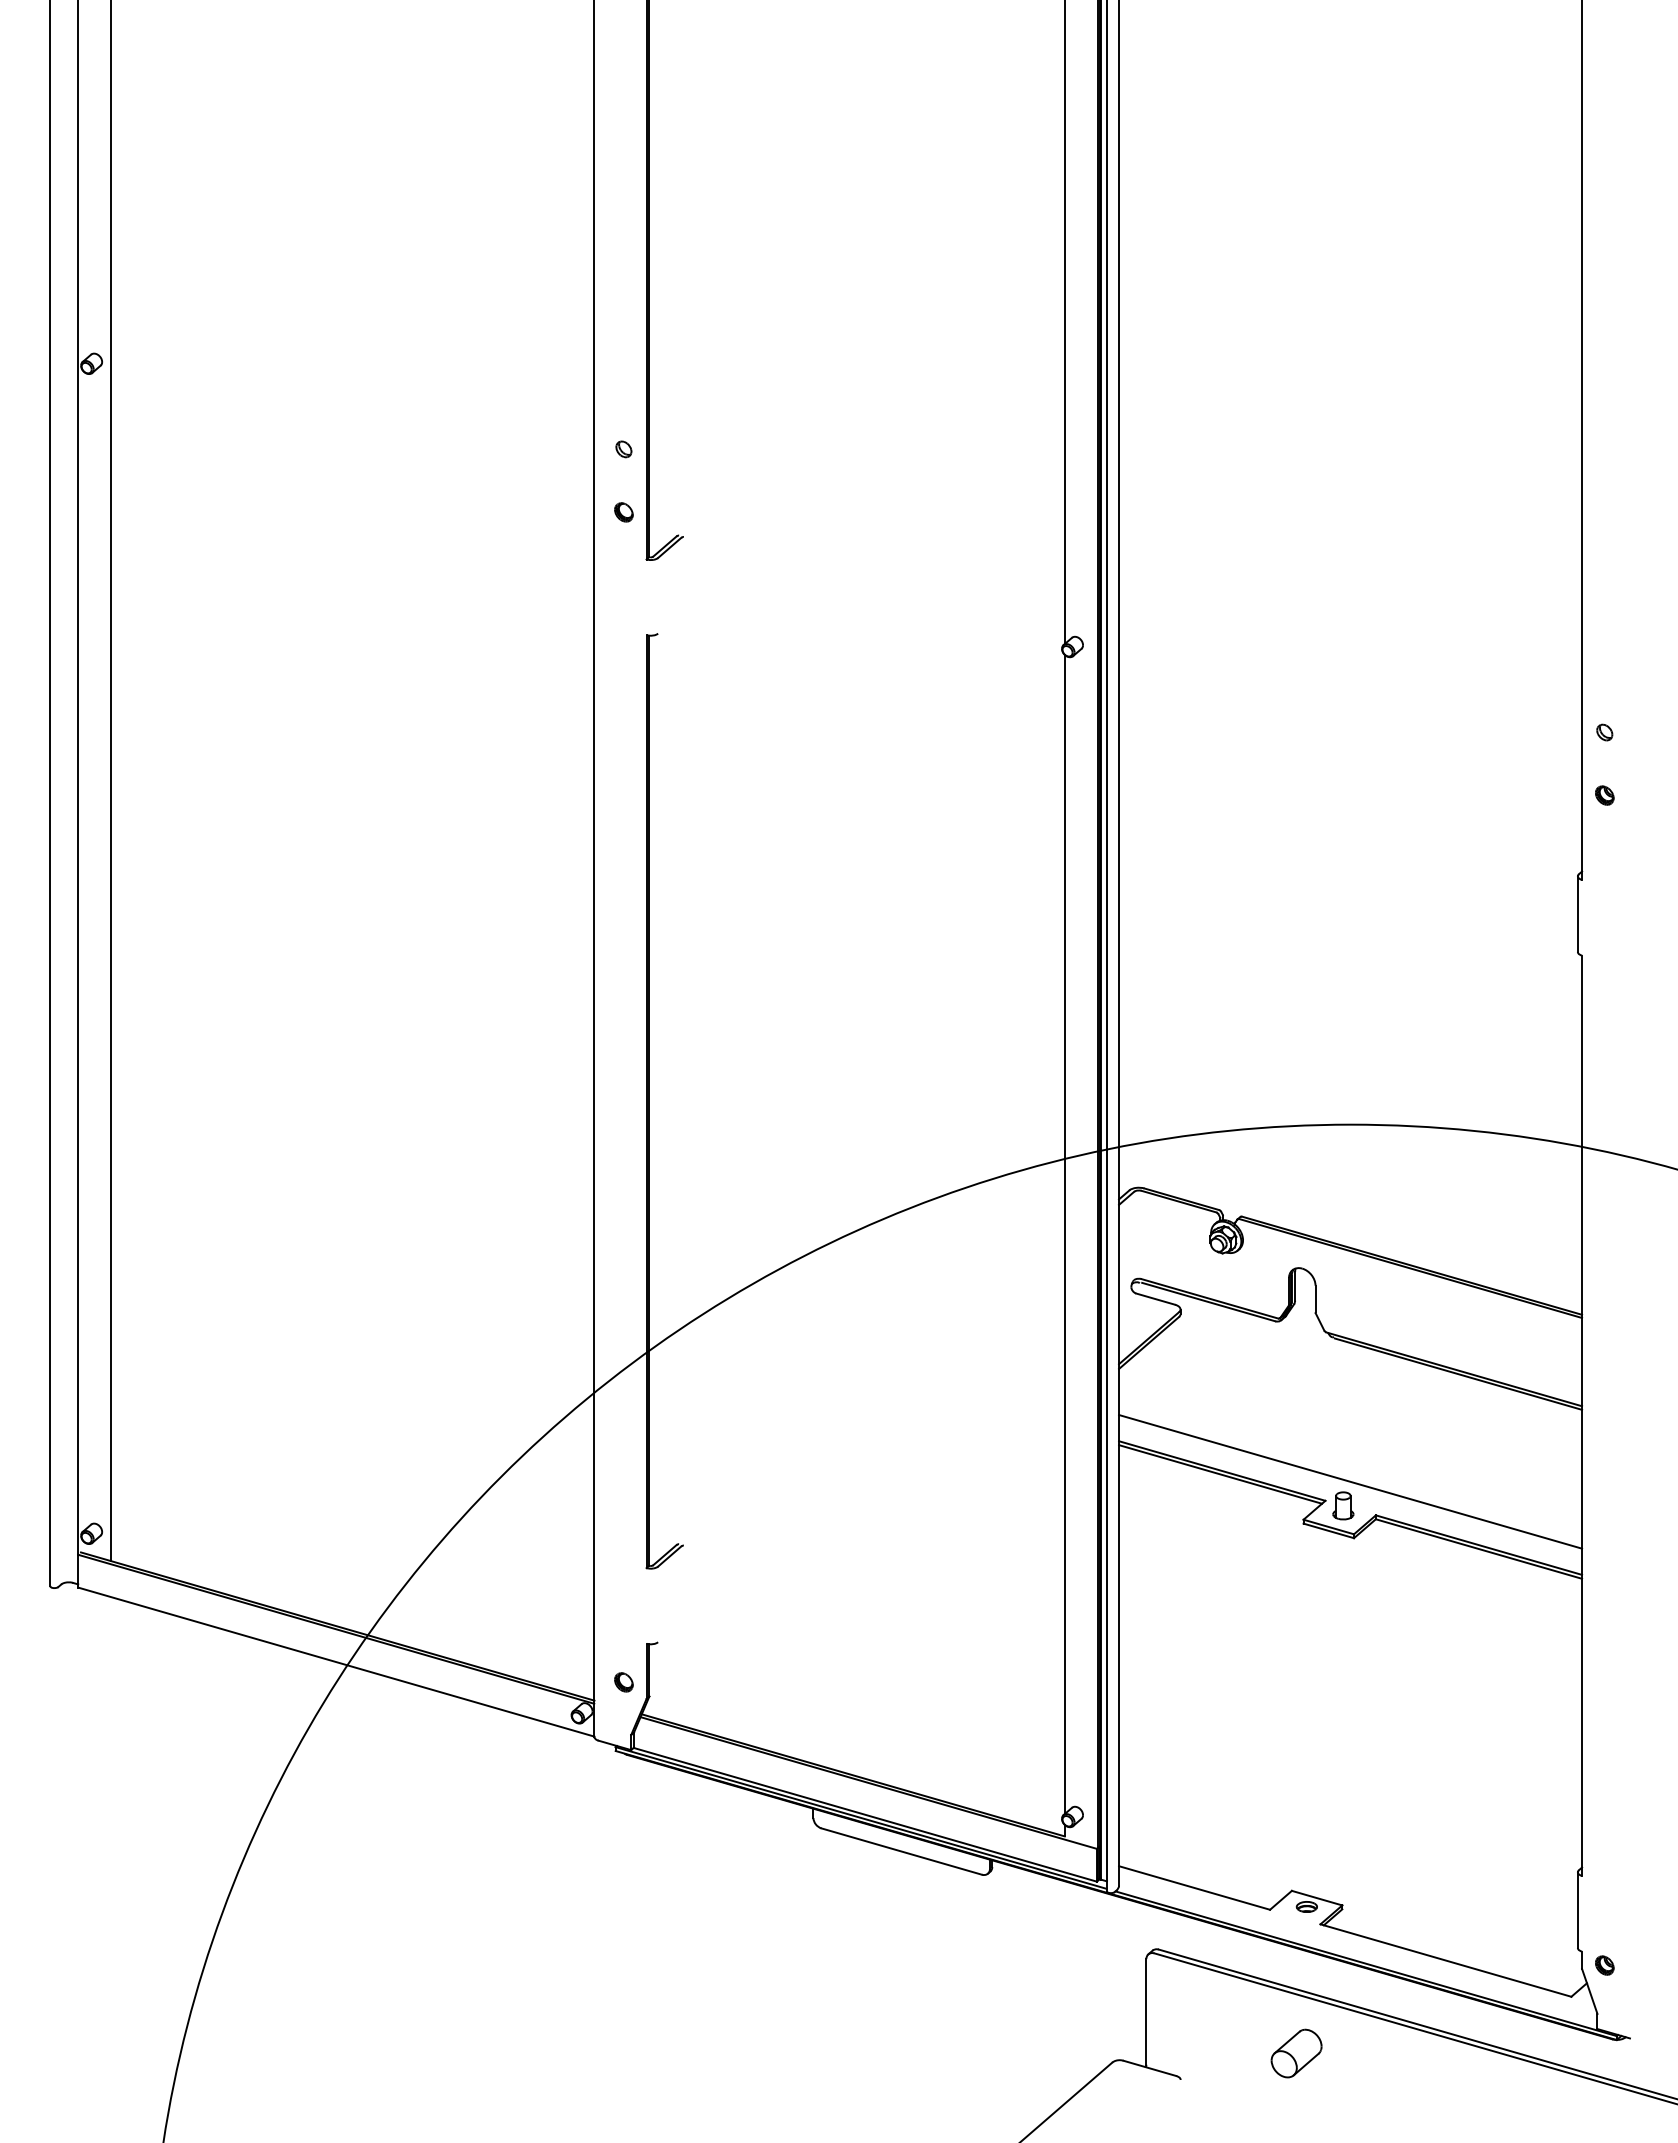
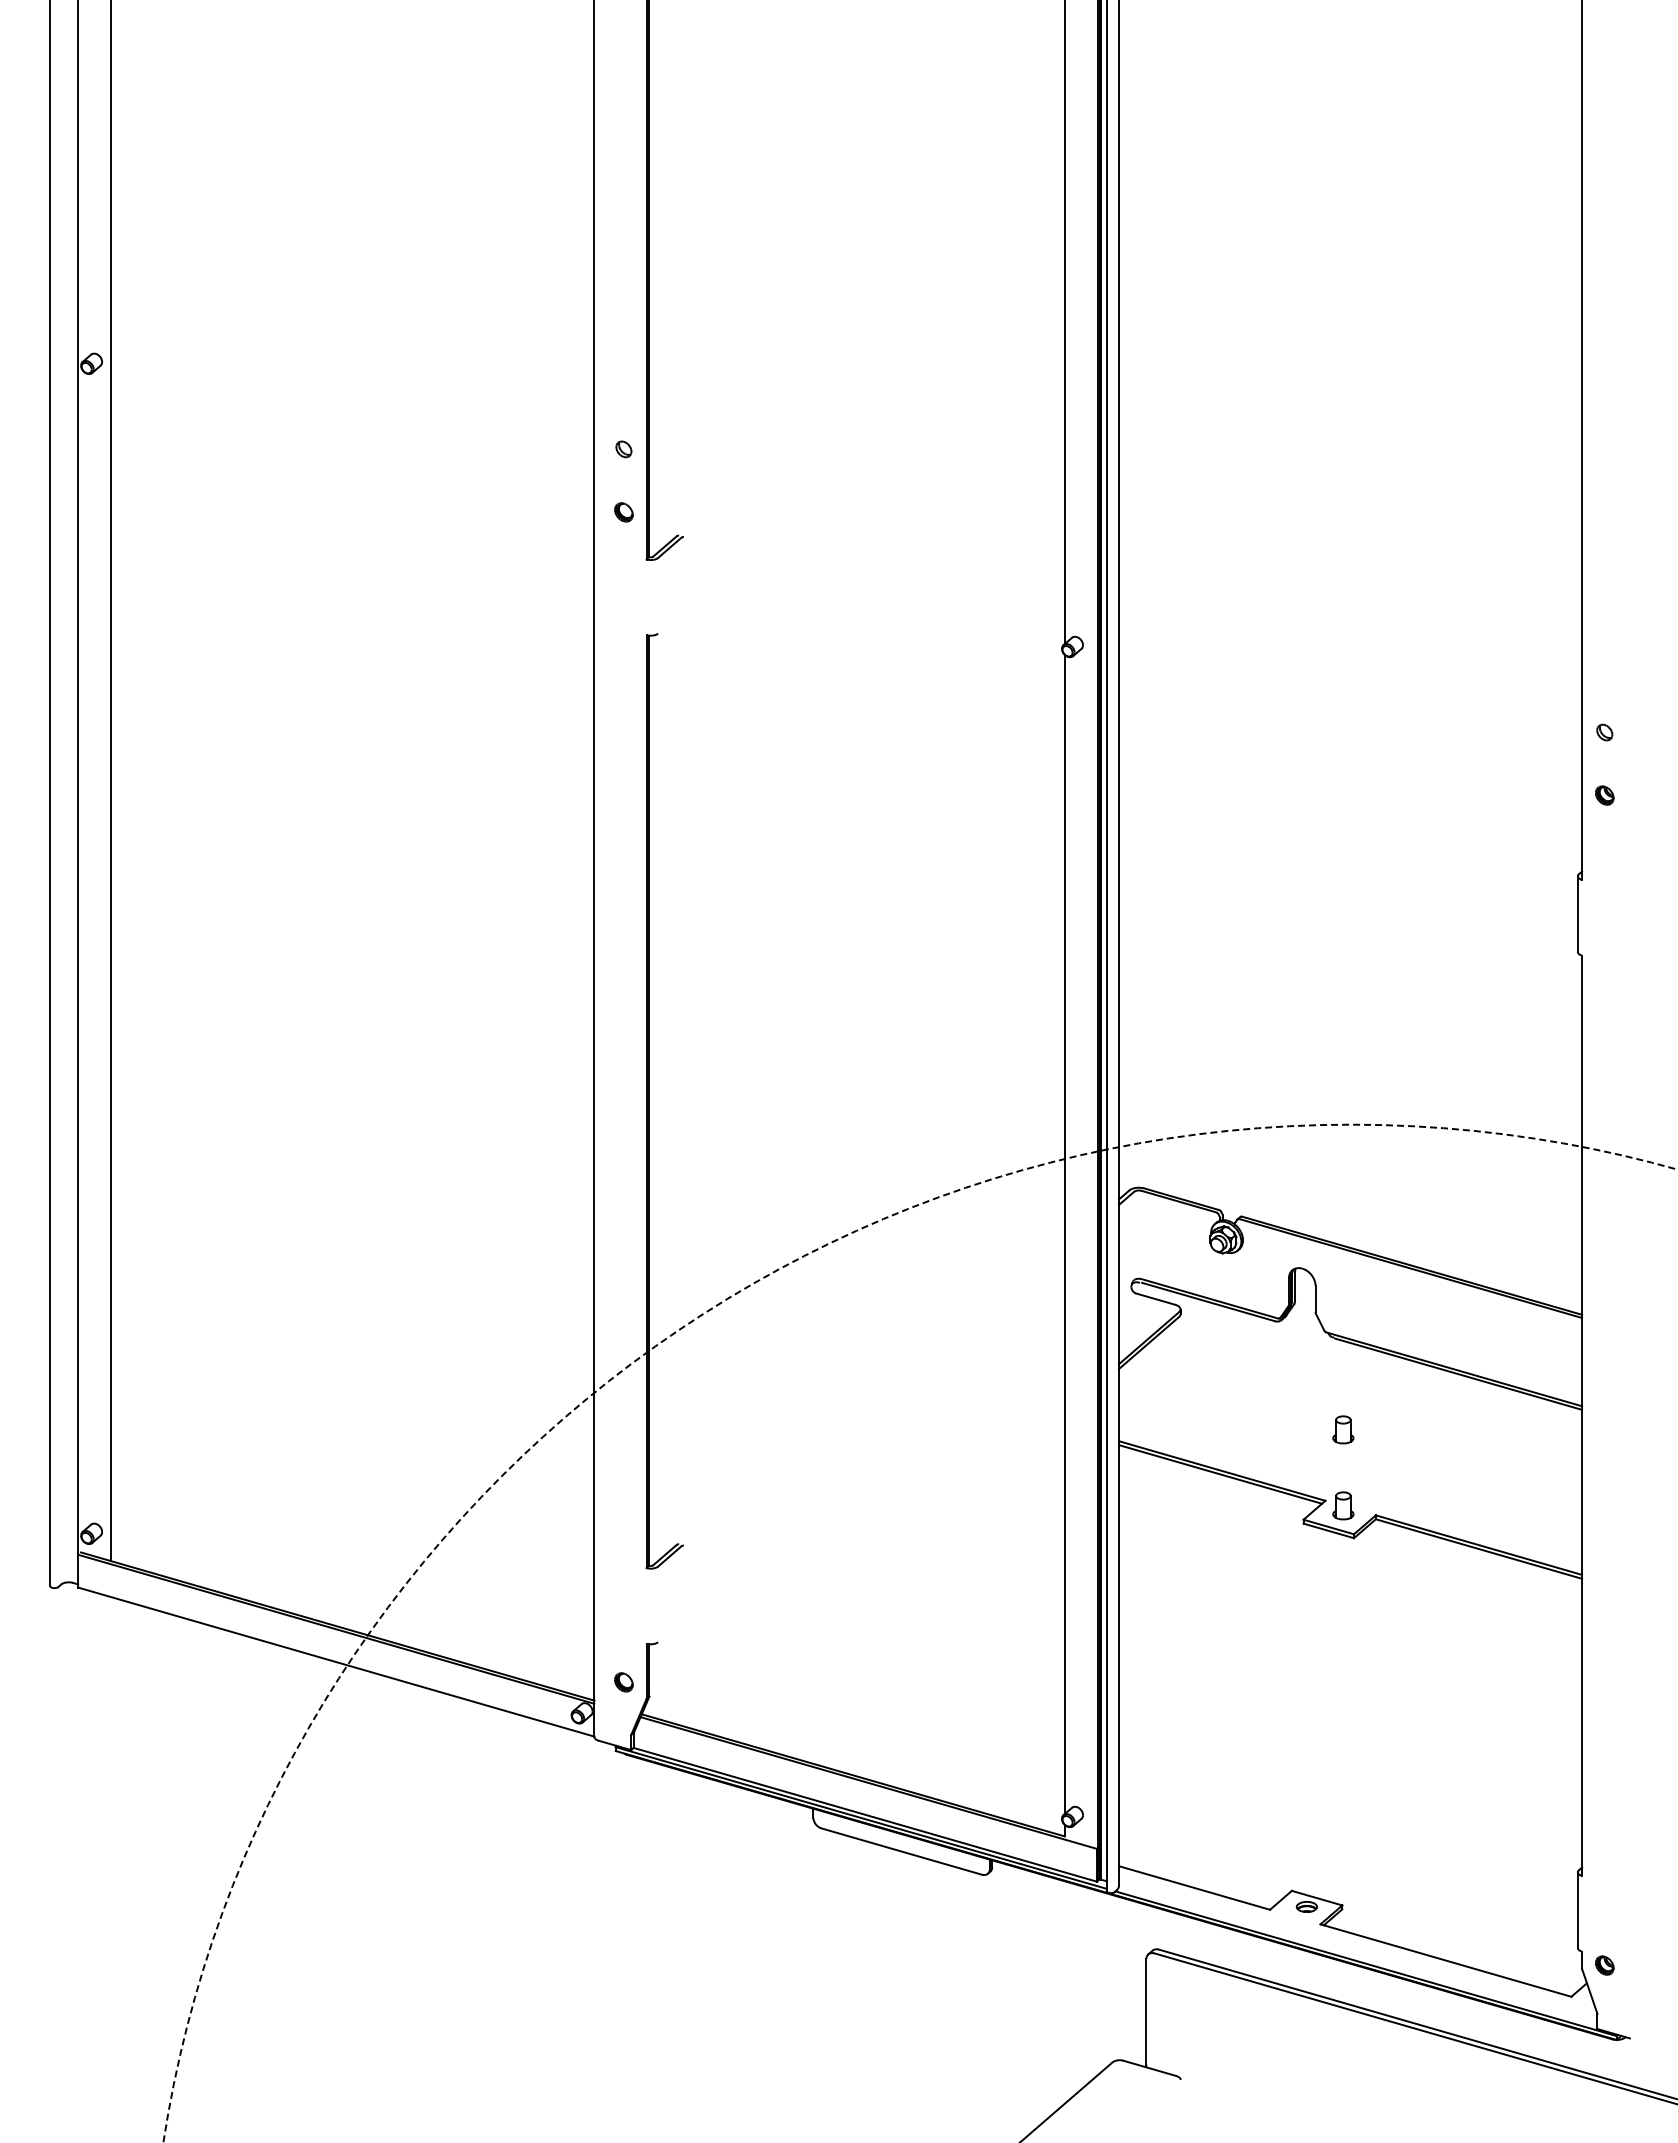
part at (1343, 1429): none -> present
line at (1350, 1481): present -> none
circle at (920, 1633): solid -> dashed
part at (1296, 2053): present -> none
